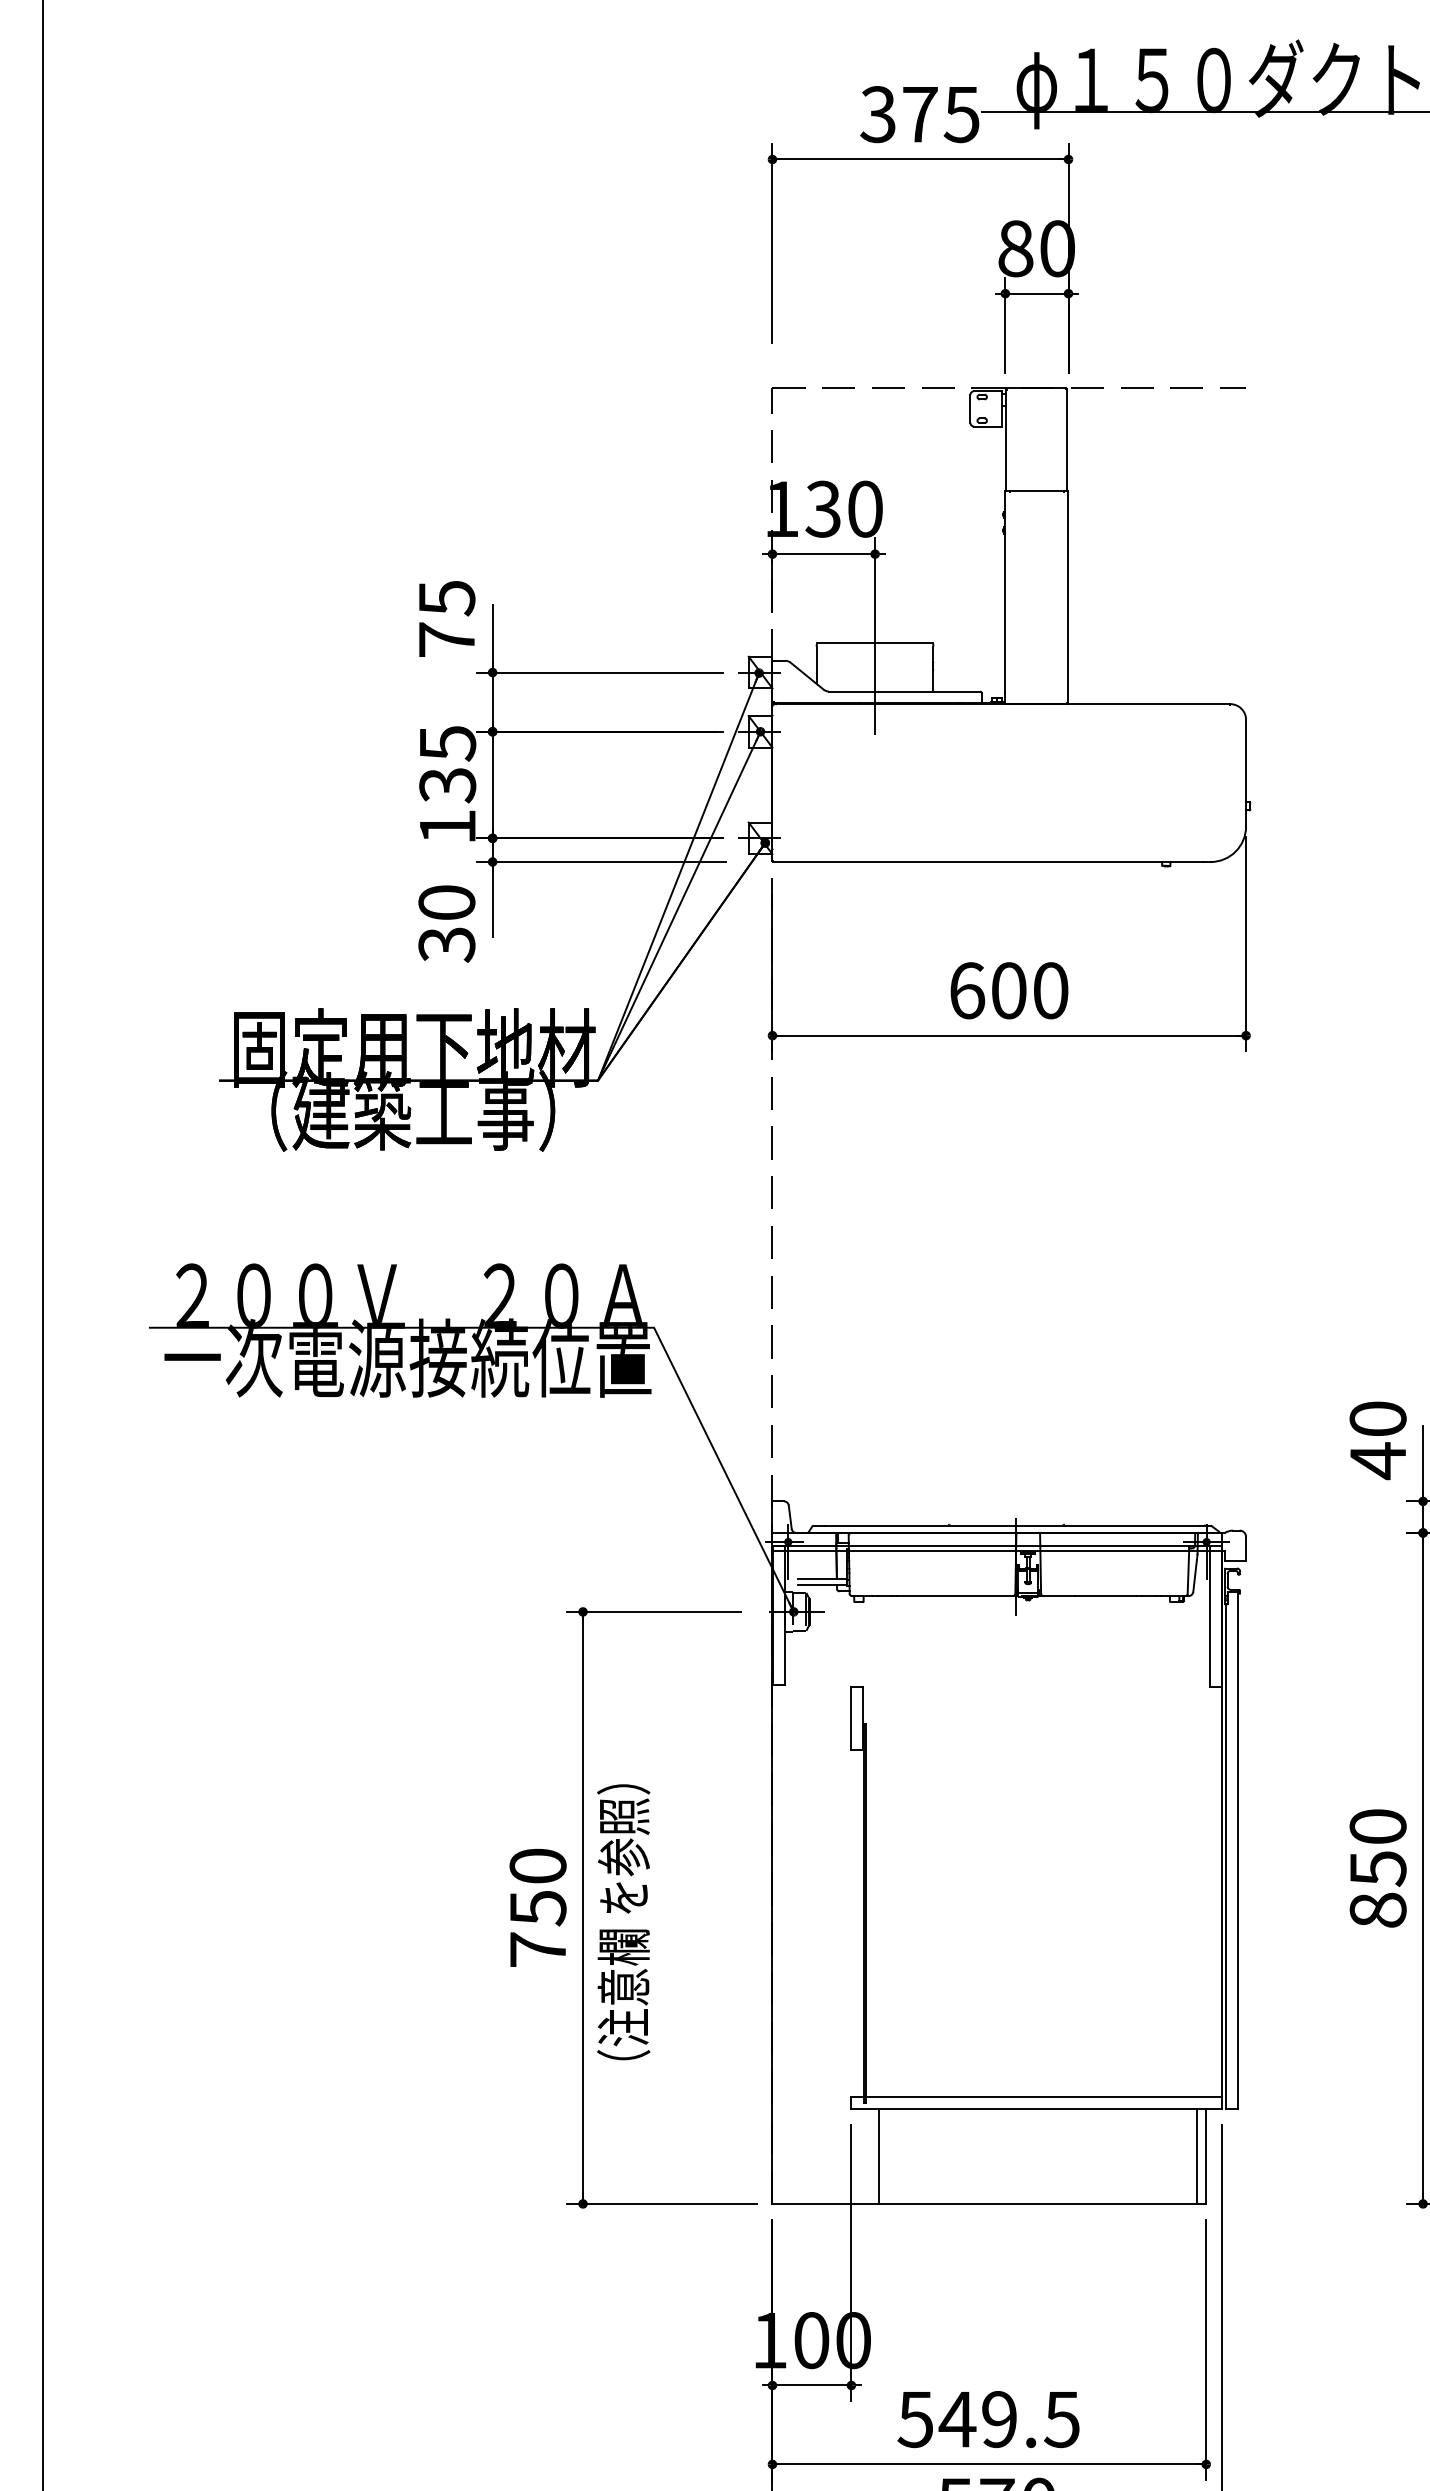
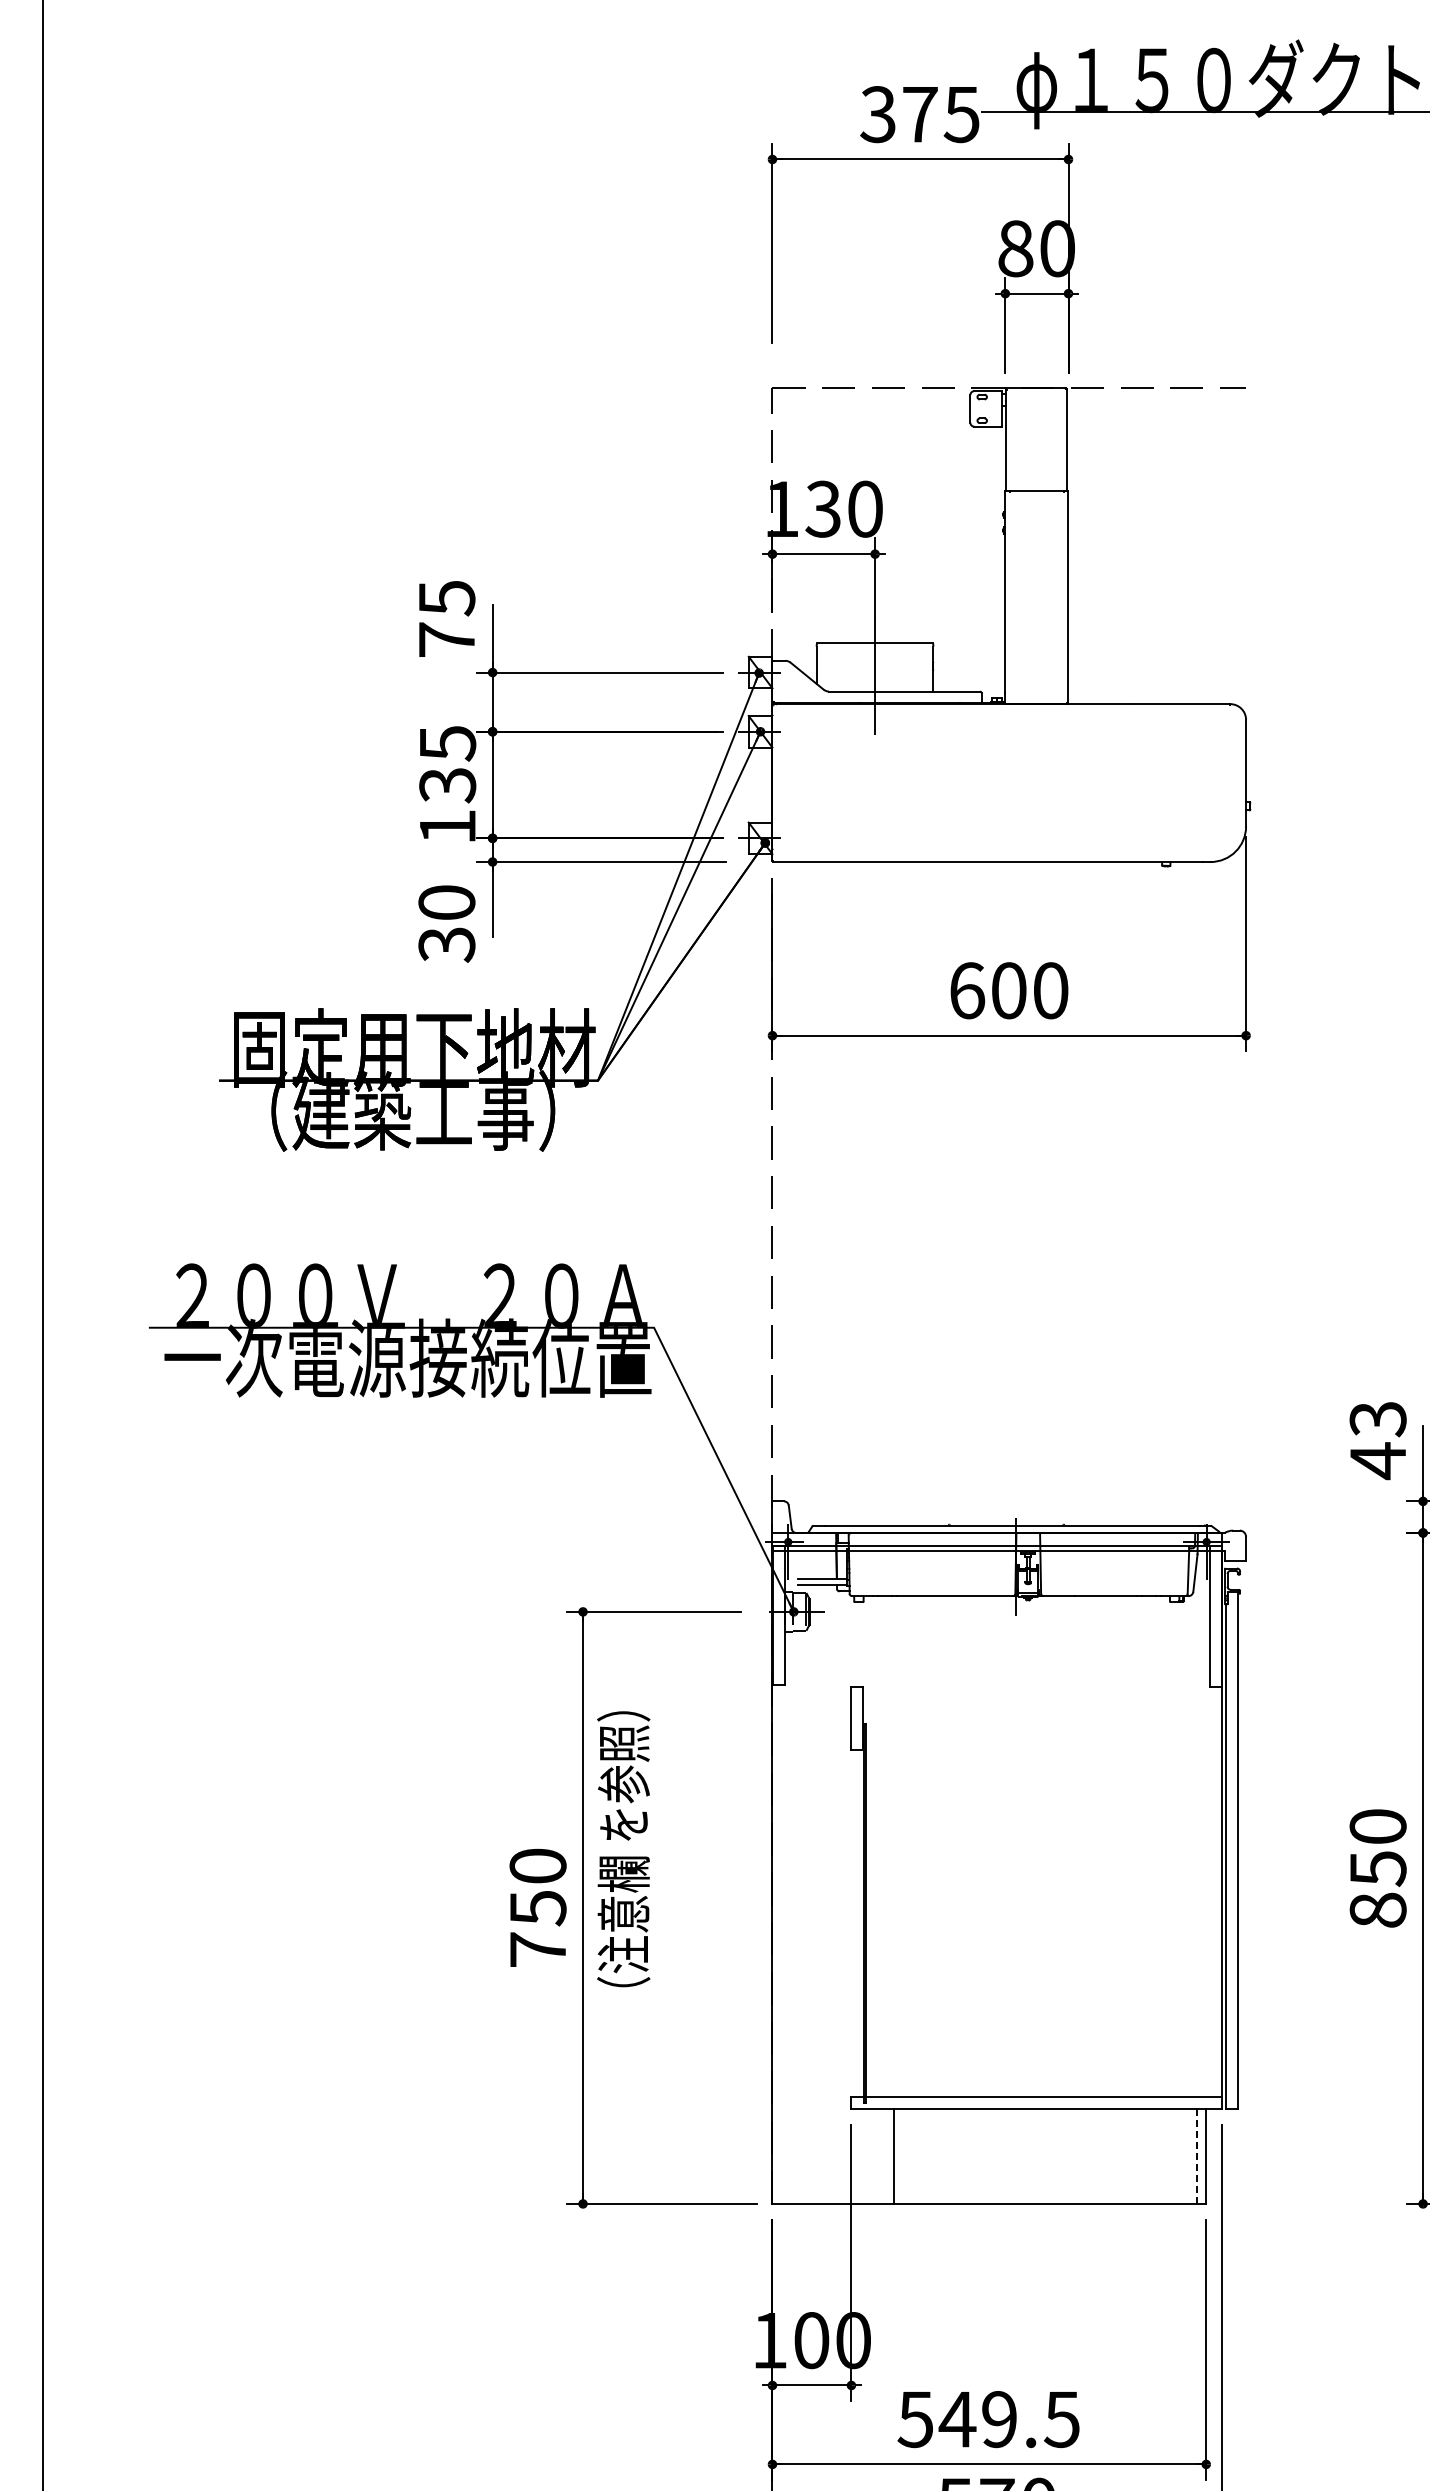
text at (1377, 1419): 40 -> 43
text at (623, 1922) position: (623, 1922) -> (623, 1849)
line at (878, 2156) position: (878, 2156) -> (893, 2156)
line at (1196, 2157): solid -> dashed
